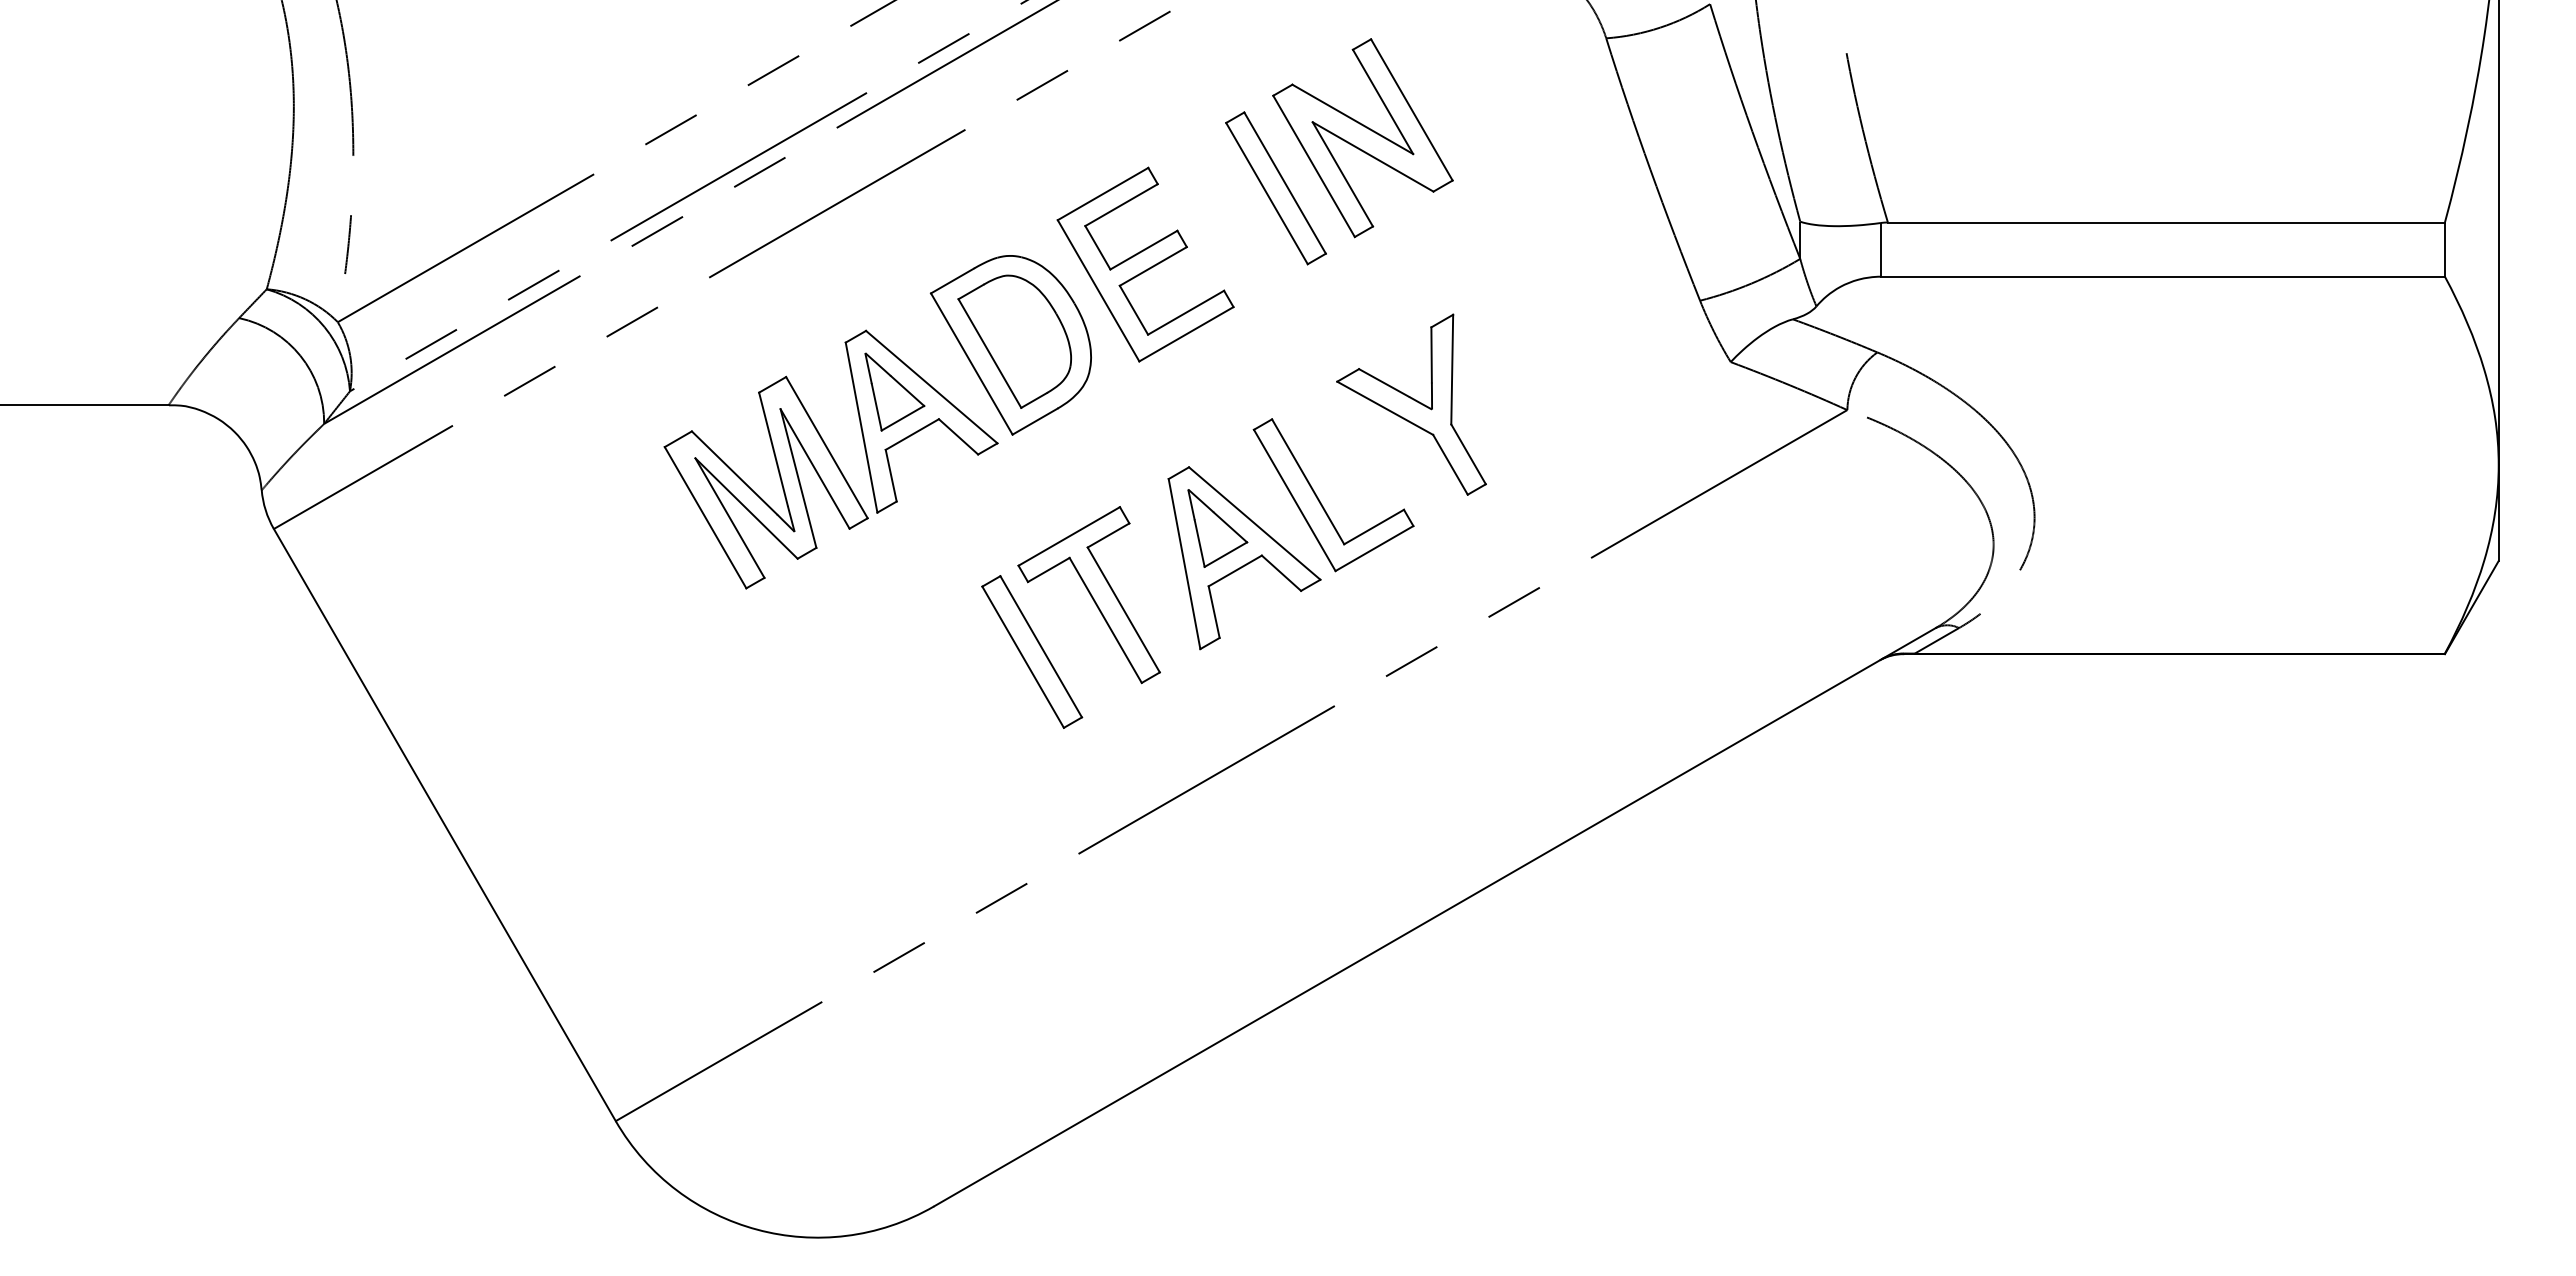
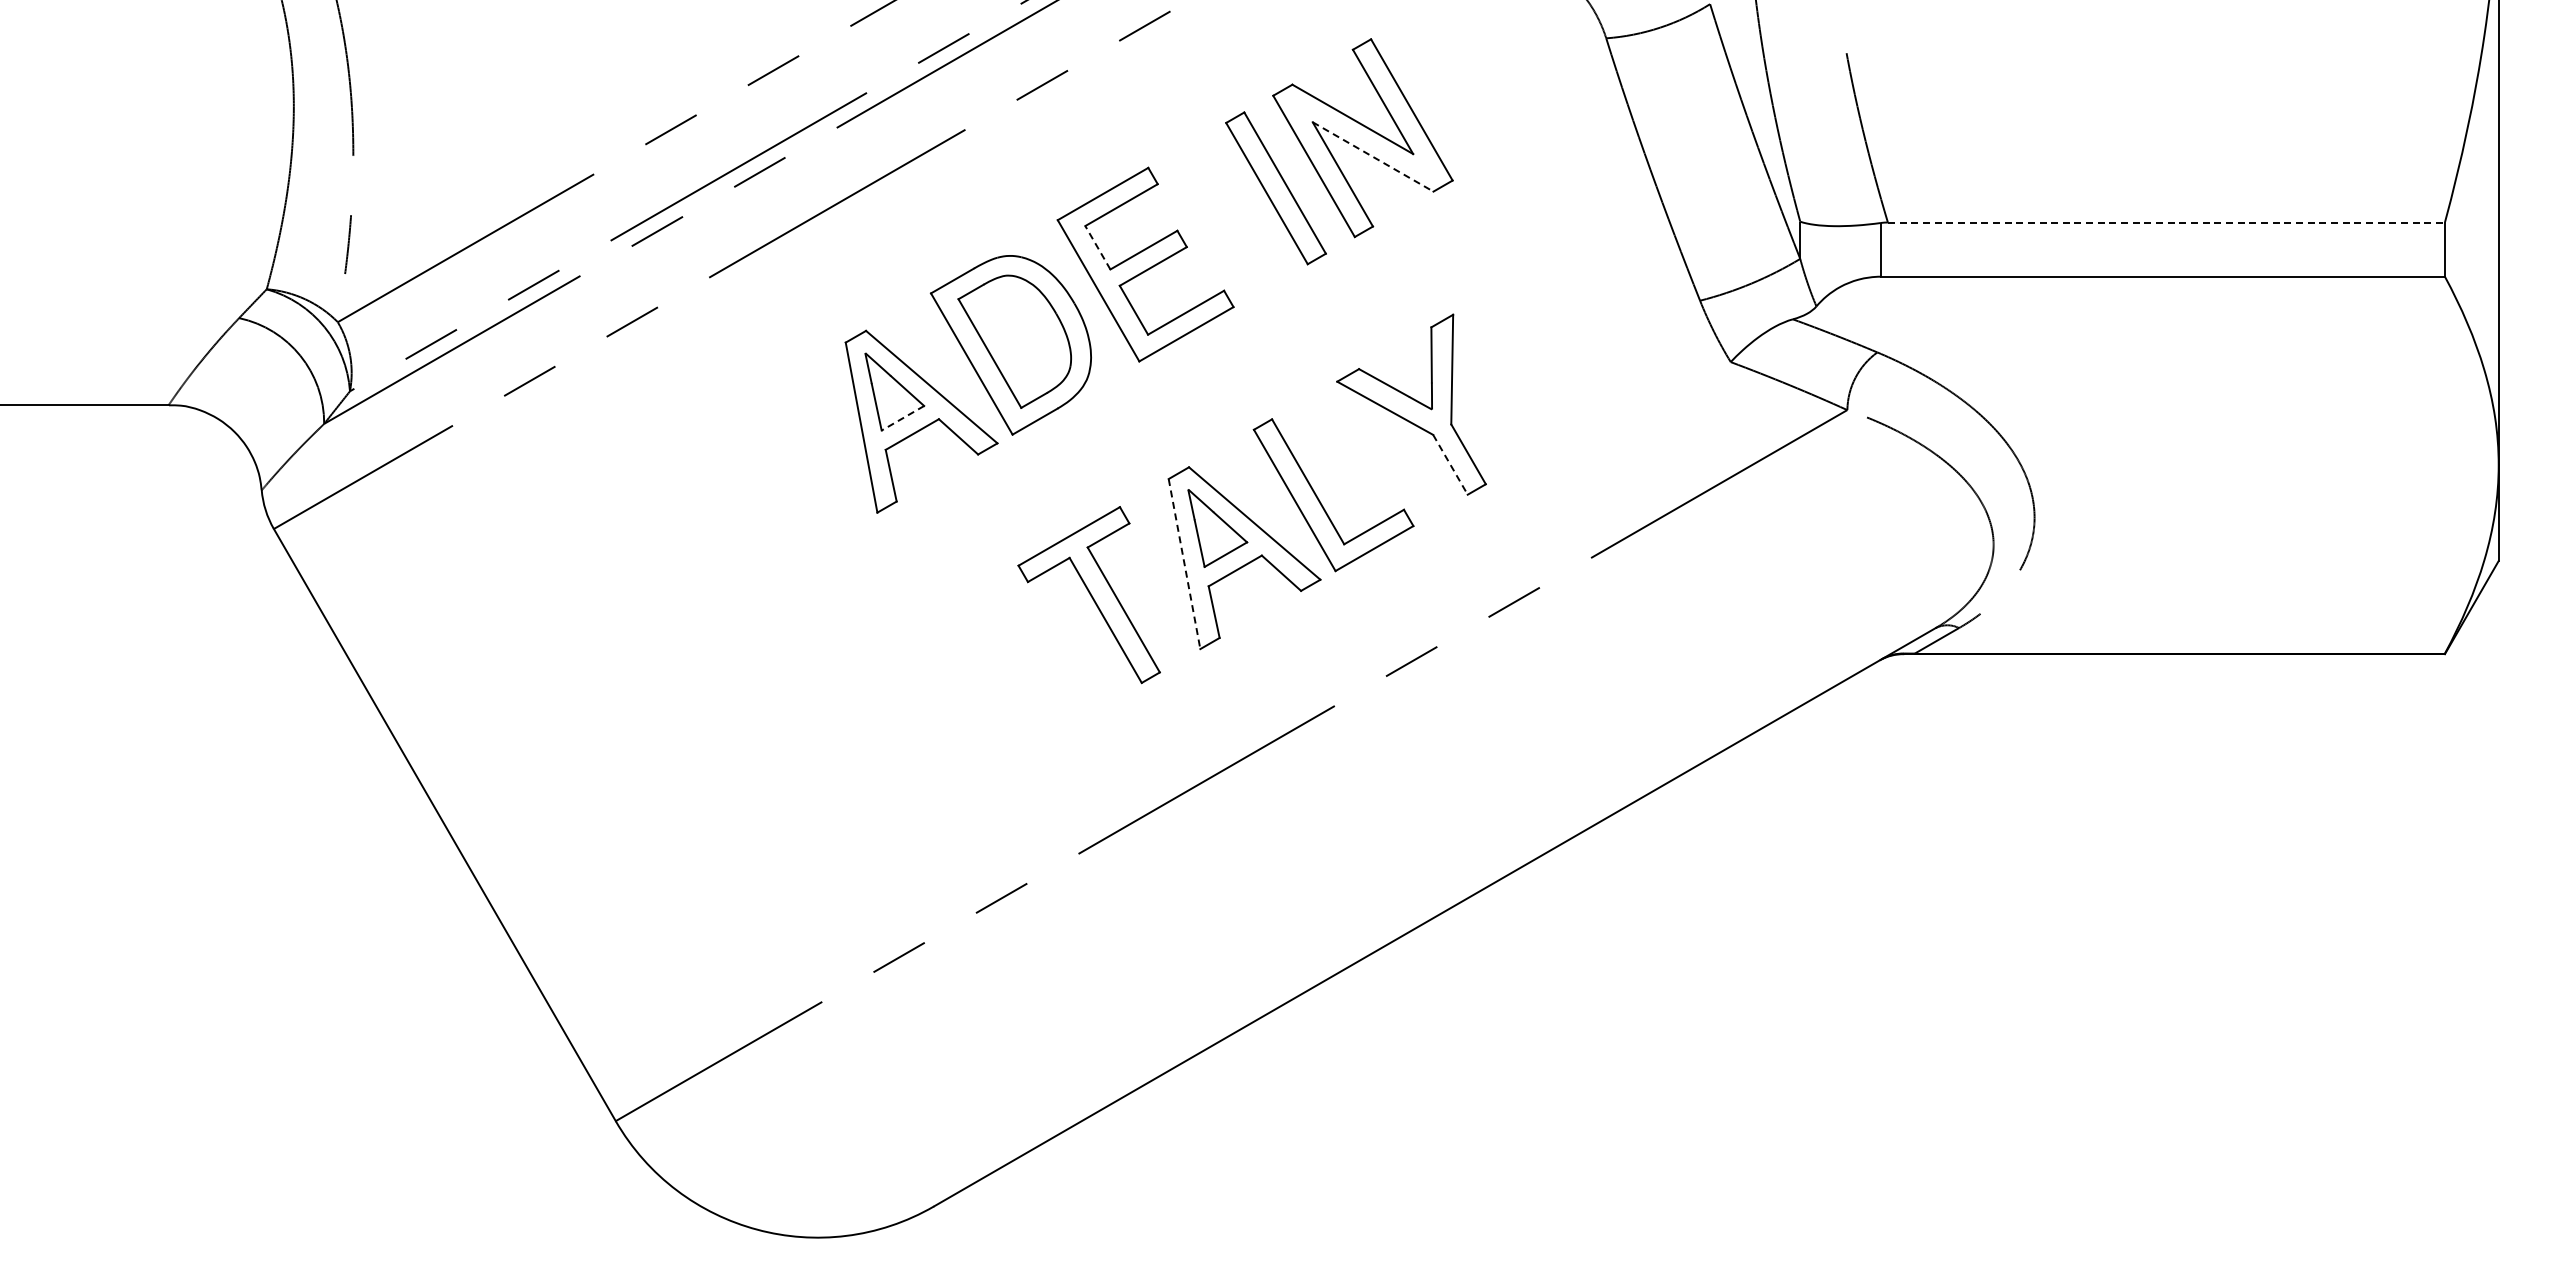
line at (1373, 156): solid -> dashed
line at (2166, 222): solid -> dashed
line at (1097, 247): solid -> dashed
line at (902, 418): solid -> dashed
line at (1450, 464): solid -> dashed
part at (758, 494): present -> none
line at (1184, 564): solid -> dashed
part at (1032, 651): present -> none
